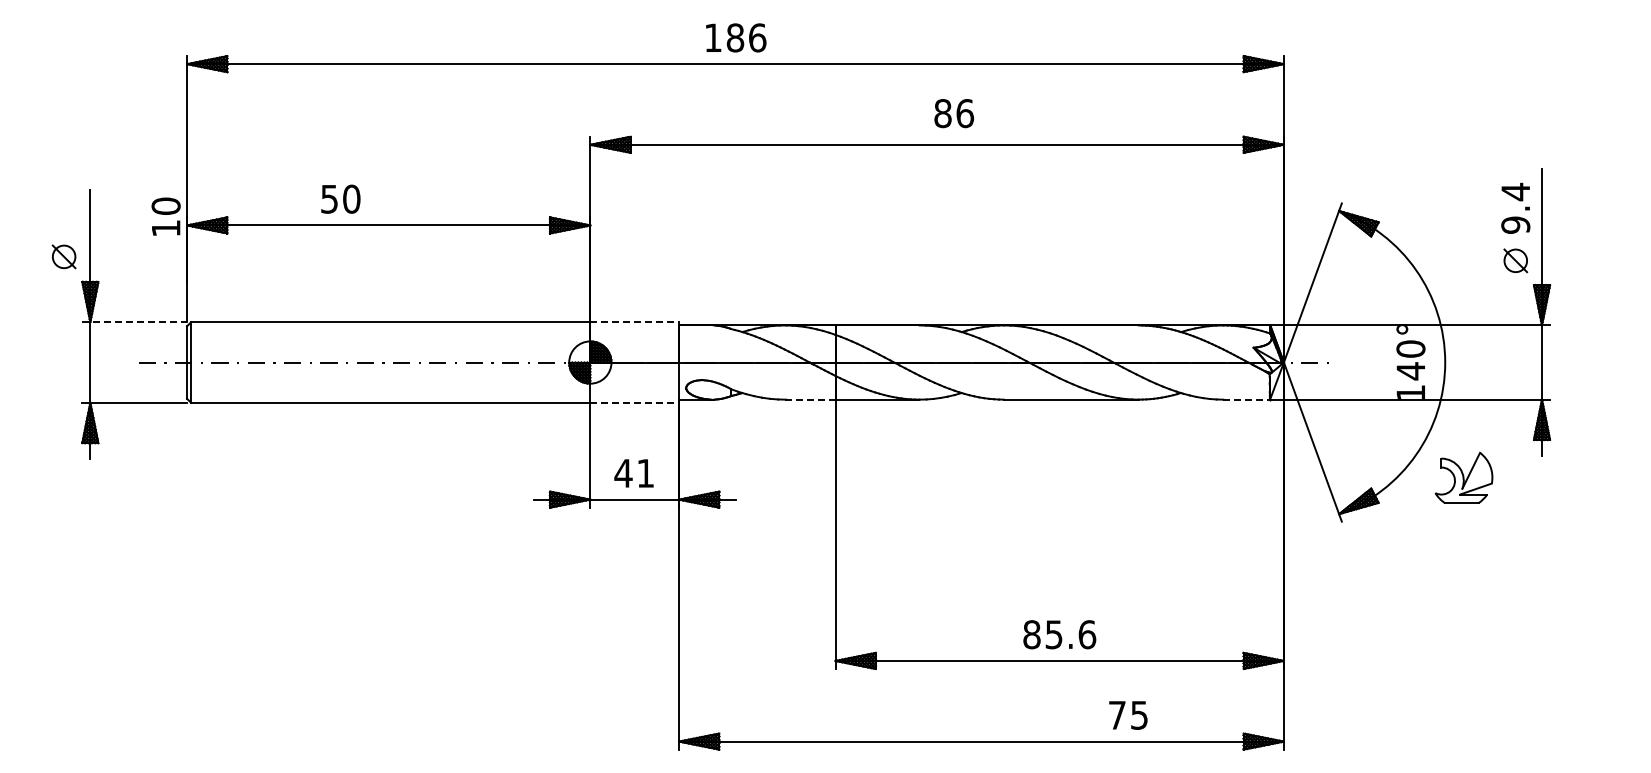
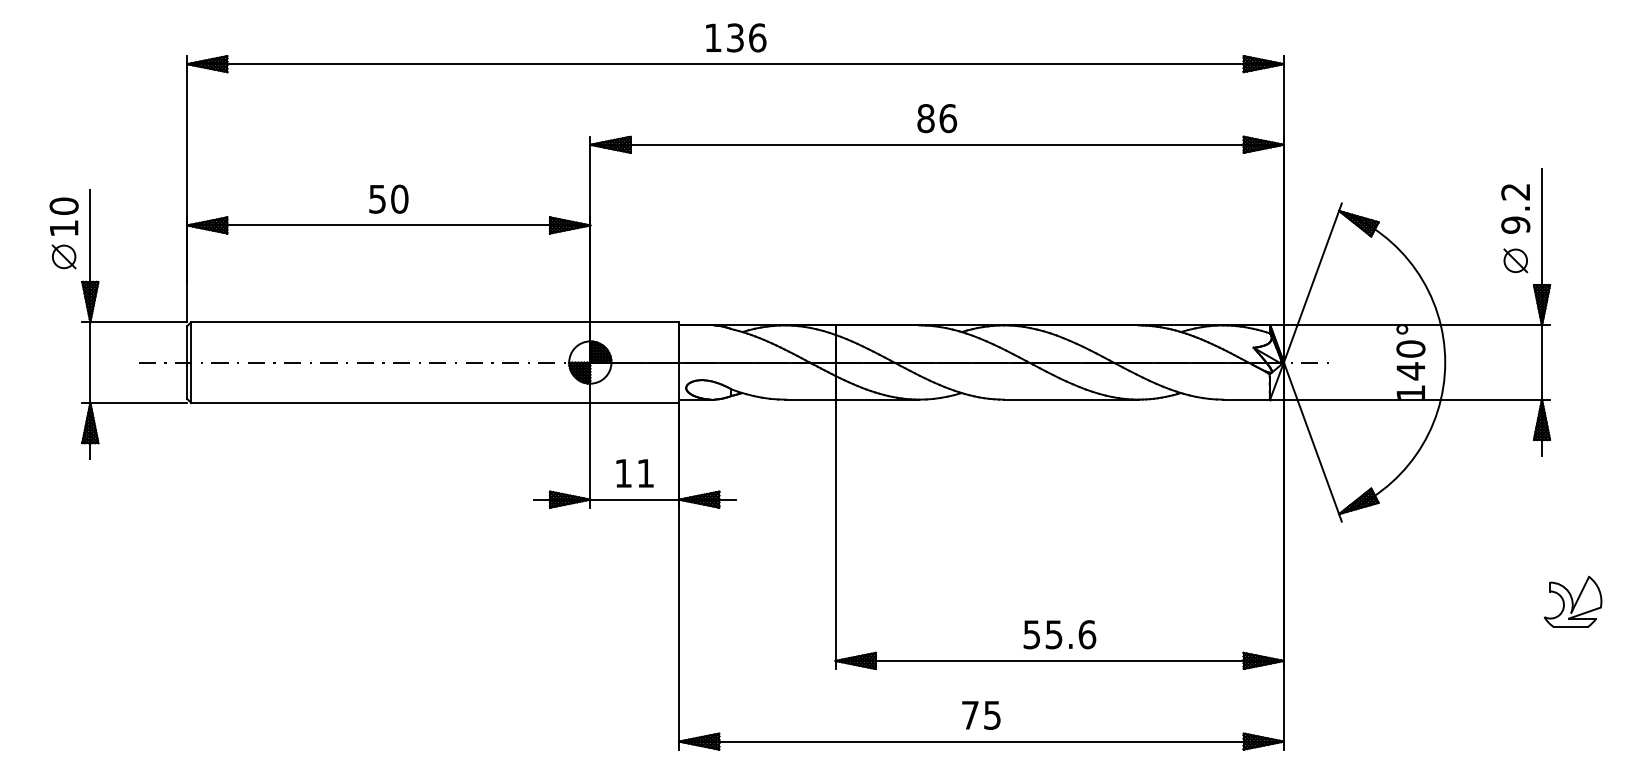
text at (735, 37): 186 -> 136
text at (954, 113) position: (954, 113) -> (937, 118)
text at (1515, 191): 9.4 -> 9.2
text at (340, 198) position: (340, 198) -> (388, 198)
text at (165, 216) position: (165, 216) -> (63, 216)
line at (135, 322): dashed -> solid
line at (635, 322): dashed -> solid
line at (810, 399): dashed -> solid
line at (1247, 399): dashed -> solid
line at (635, 402): dashed -> solid
text at (623, 473): 41 -> 11
part at (1463, 477) position: (1463, 477) -> (1572, 601)
text at (1031, 634): 85.6 -> 55.6
text at (1128, 715) position: (1128, 715) -> (981, 715)
